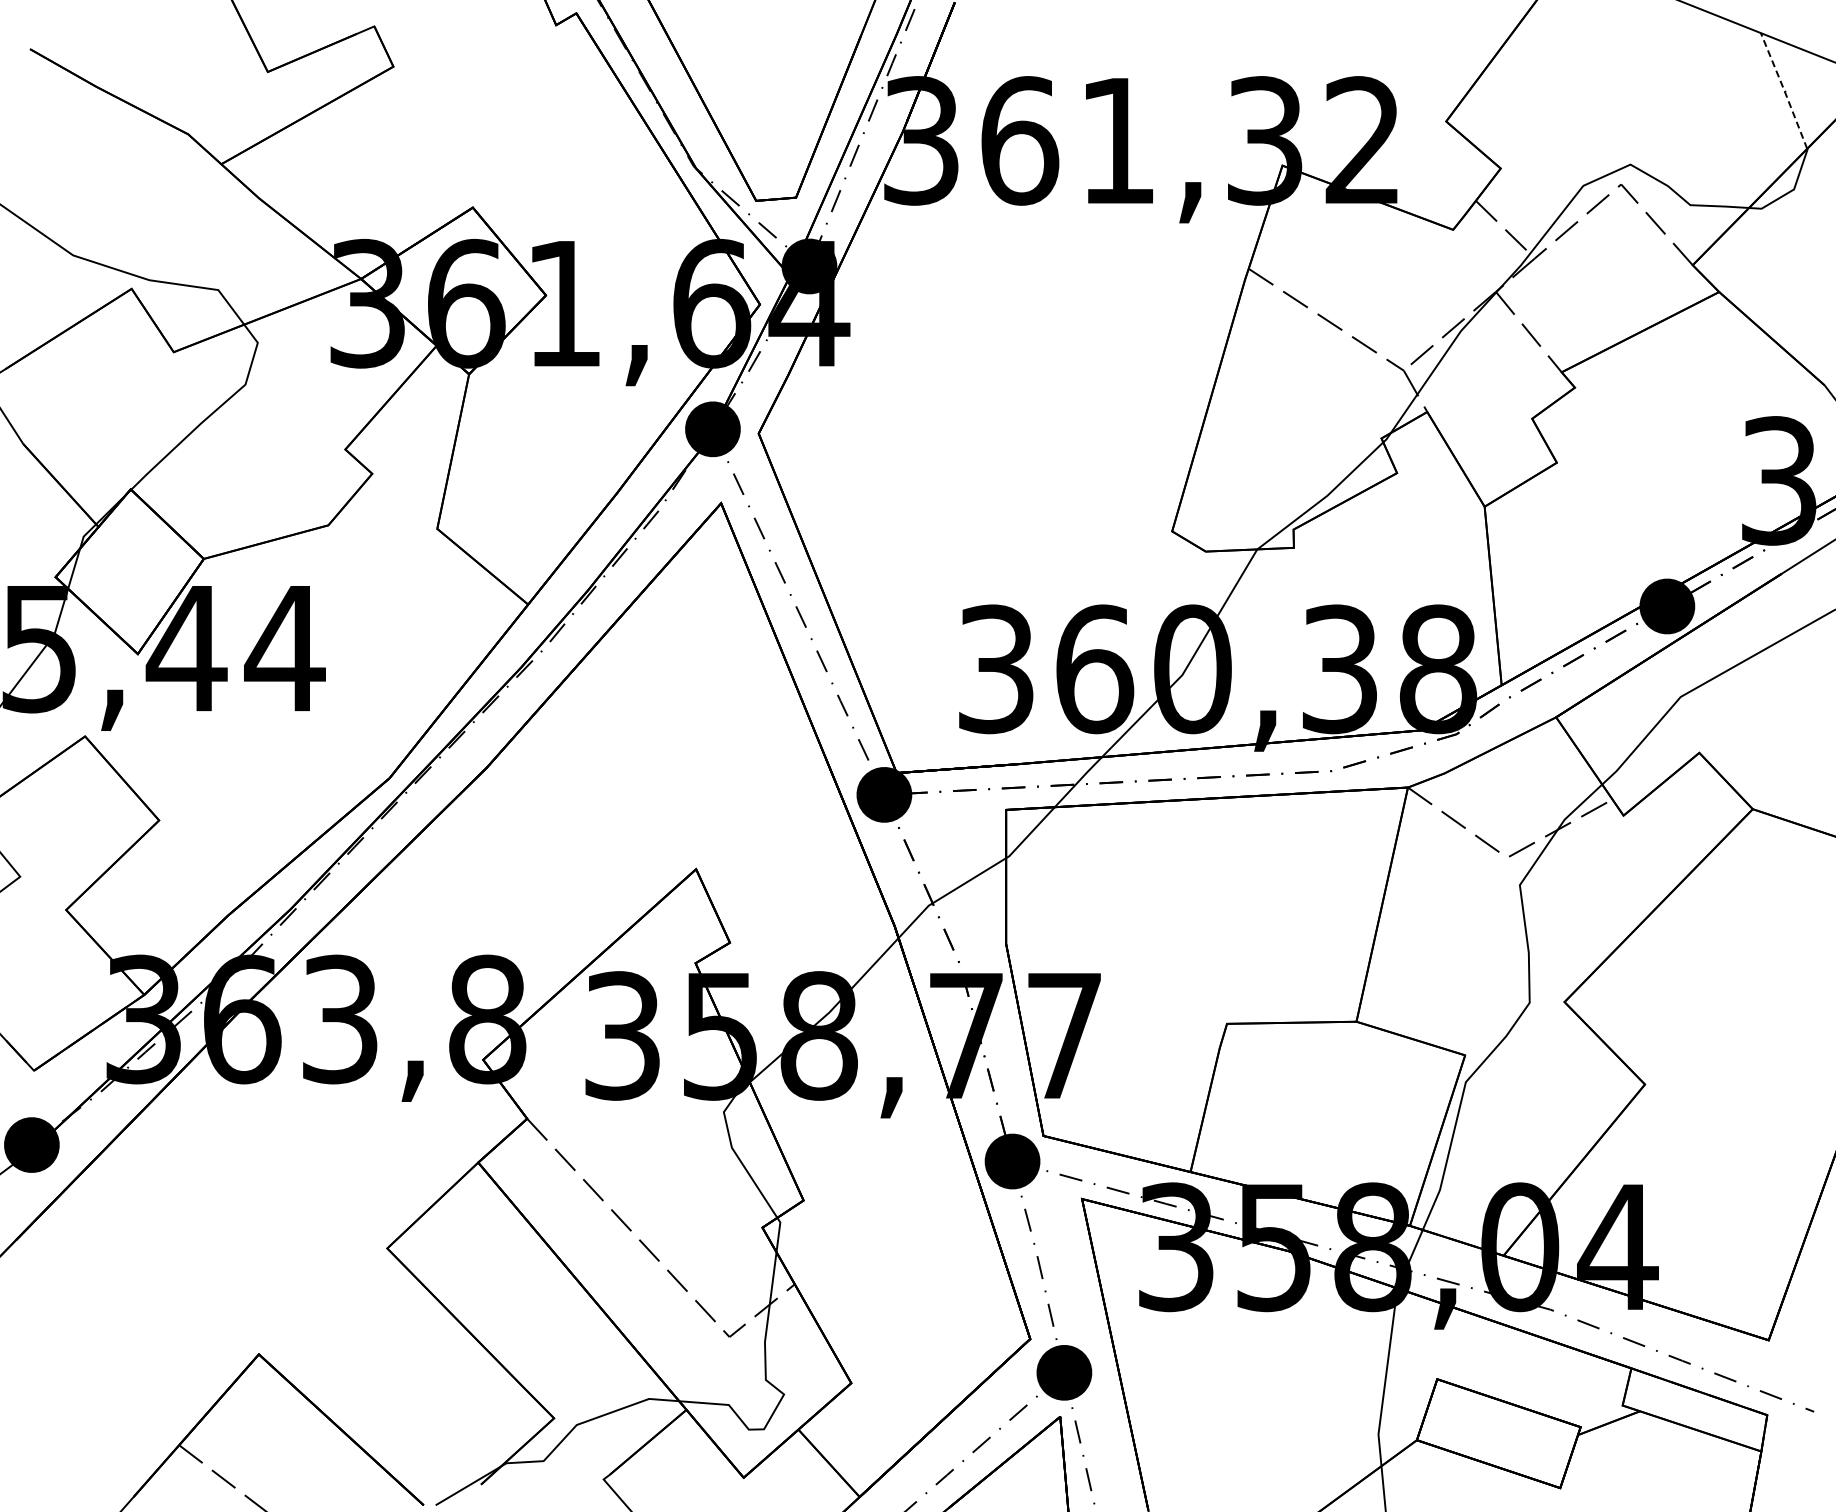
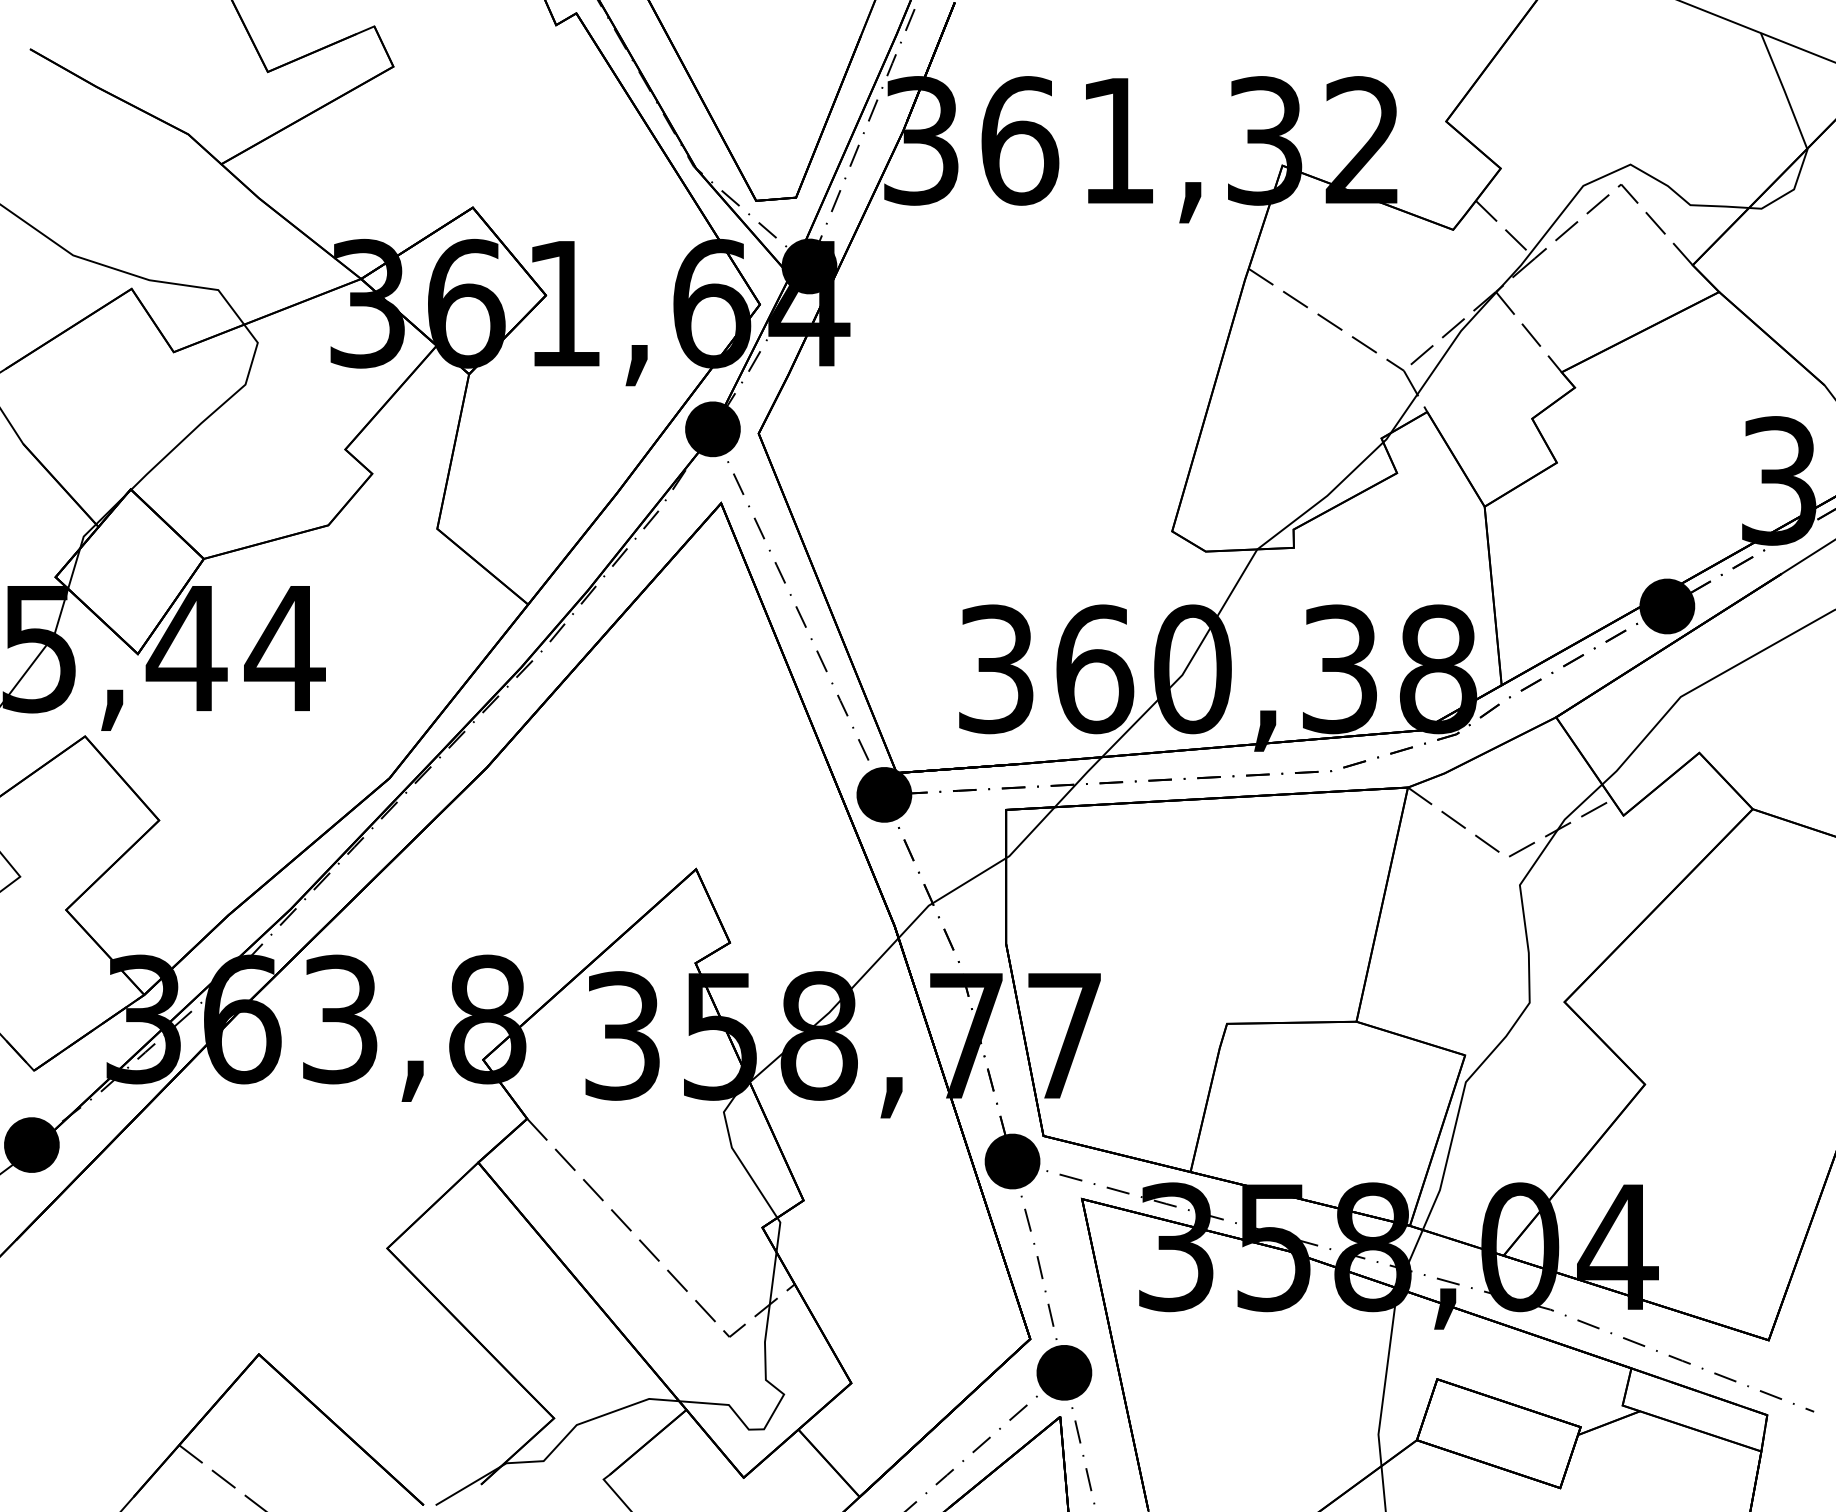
line at (1784, 91): dashed -> solid
